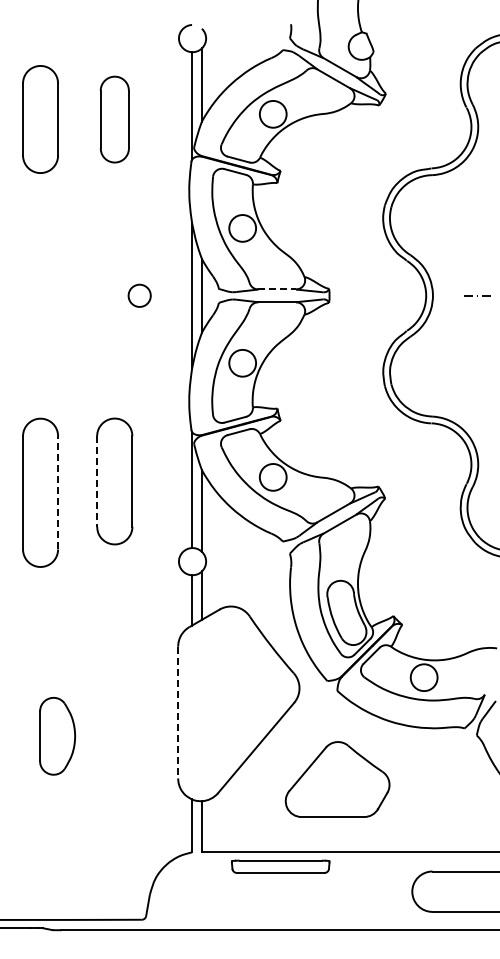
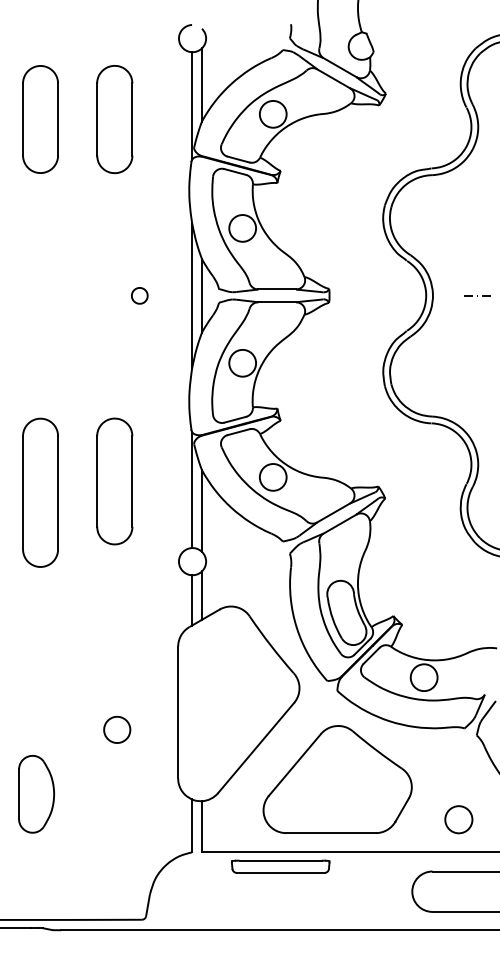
part at (114, 119) size: 31x89 px -> 38x110 px
line at (277, 289): dashed -> solid
part at (139, 295) size: 25x25 px -> 18x18 px
line at (97, 482): dashed -> solid
line at (58, 492): dashed -> solid
line at (178, 712): dashed -> solid
part at (117, 729): none -> present
part at (57, 736) position: (57, 736) -> (36, 794)
part at (337, 779) size: 107x77 px -> 151x109 px
circle at (458, 819): none -> present
